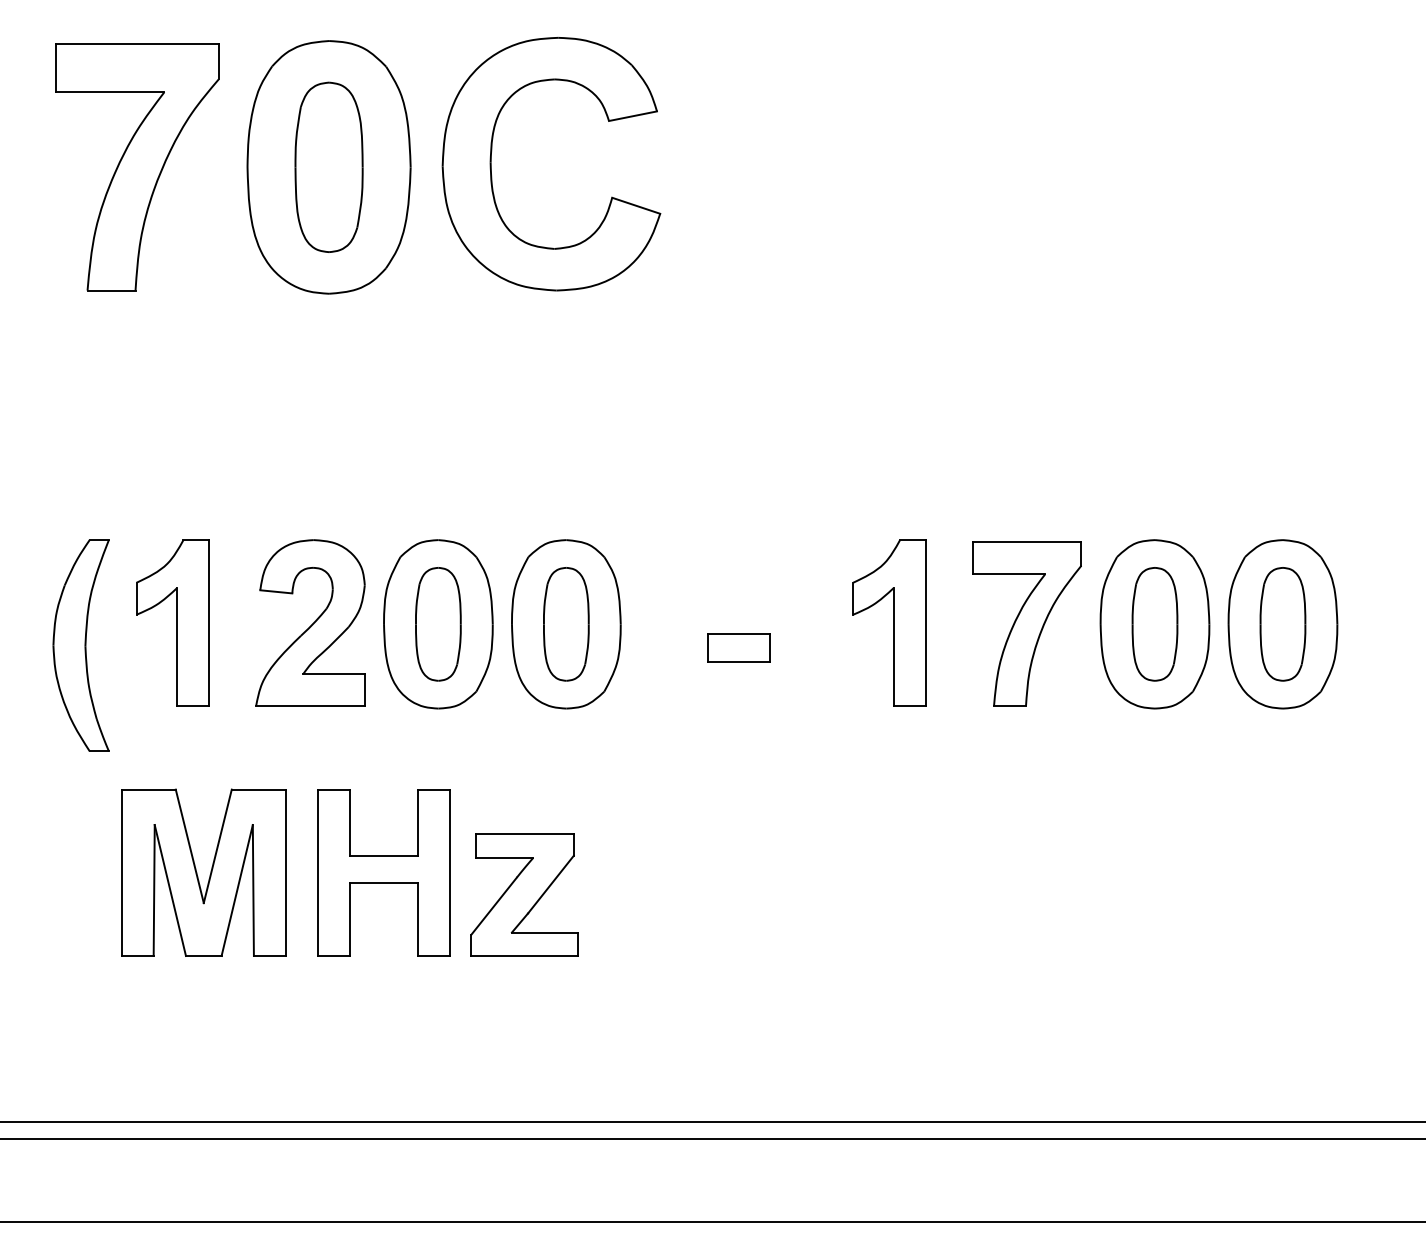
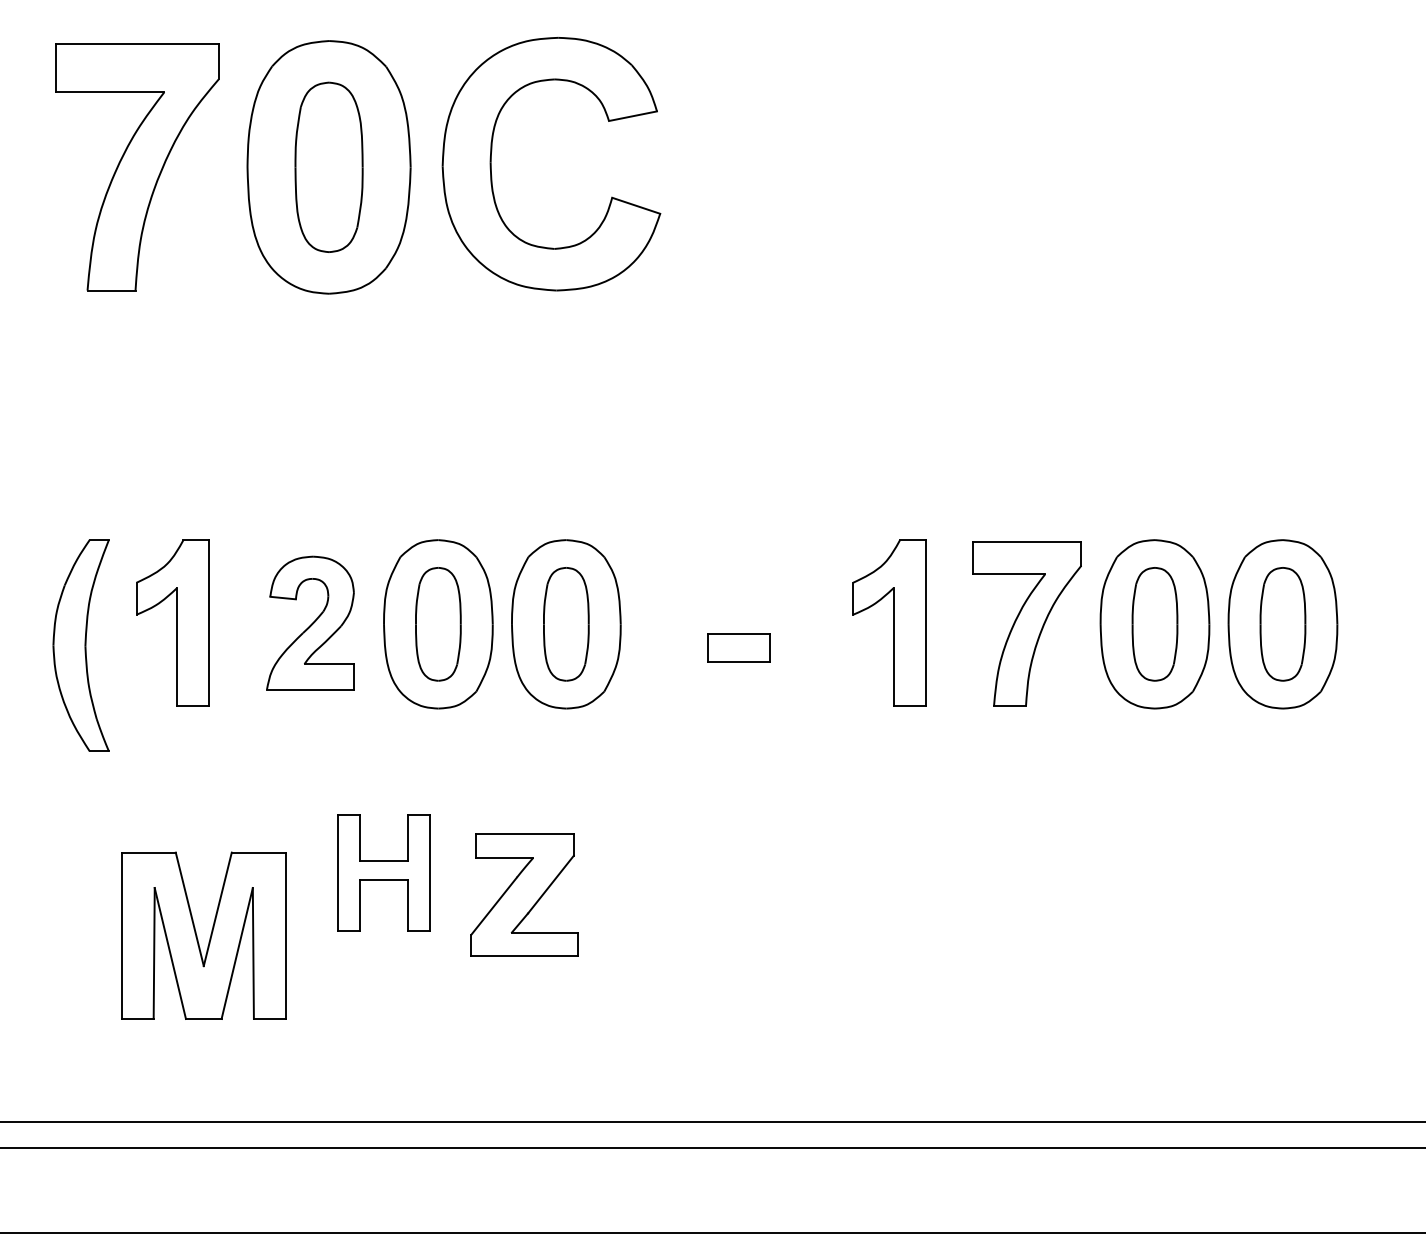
part at (310, 622) size: 111x168 px -> 89x136 px
part at (203, 872) position: (203, 872) -> (203, 935)
part at (383, 872) size: 134x168 px -> 94x118 px
line at (712, 1138) position: (712, 1138) -> (712, 1147)
line at (712, 1222) position: (712, 1222) -> (712, 1233)
